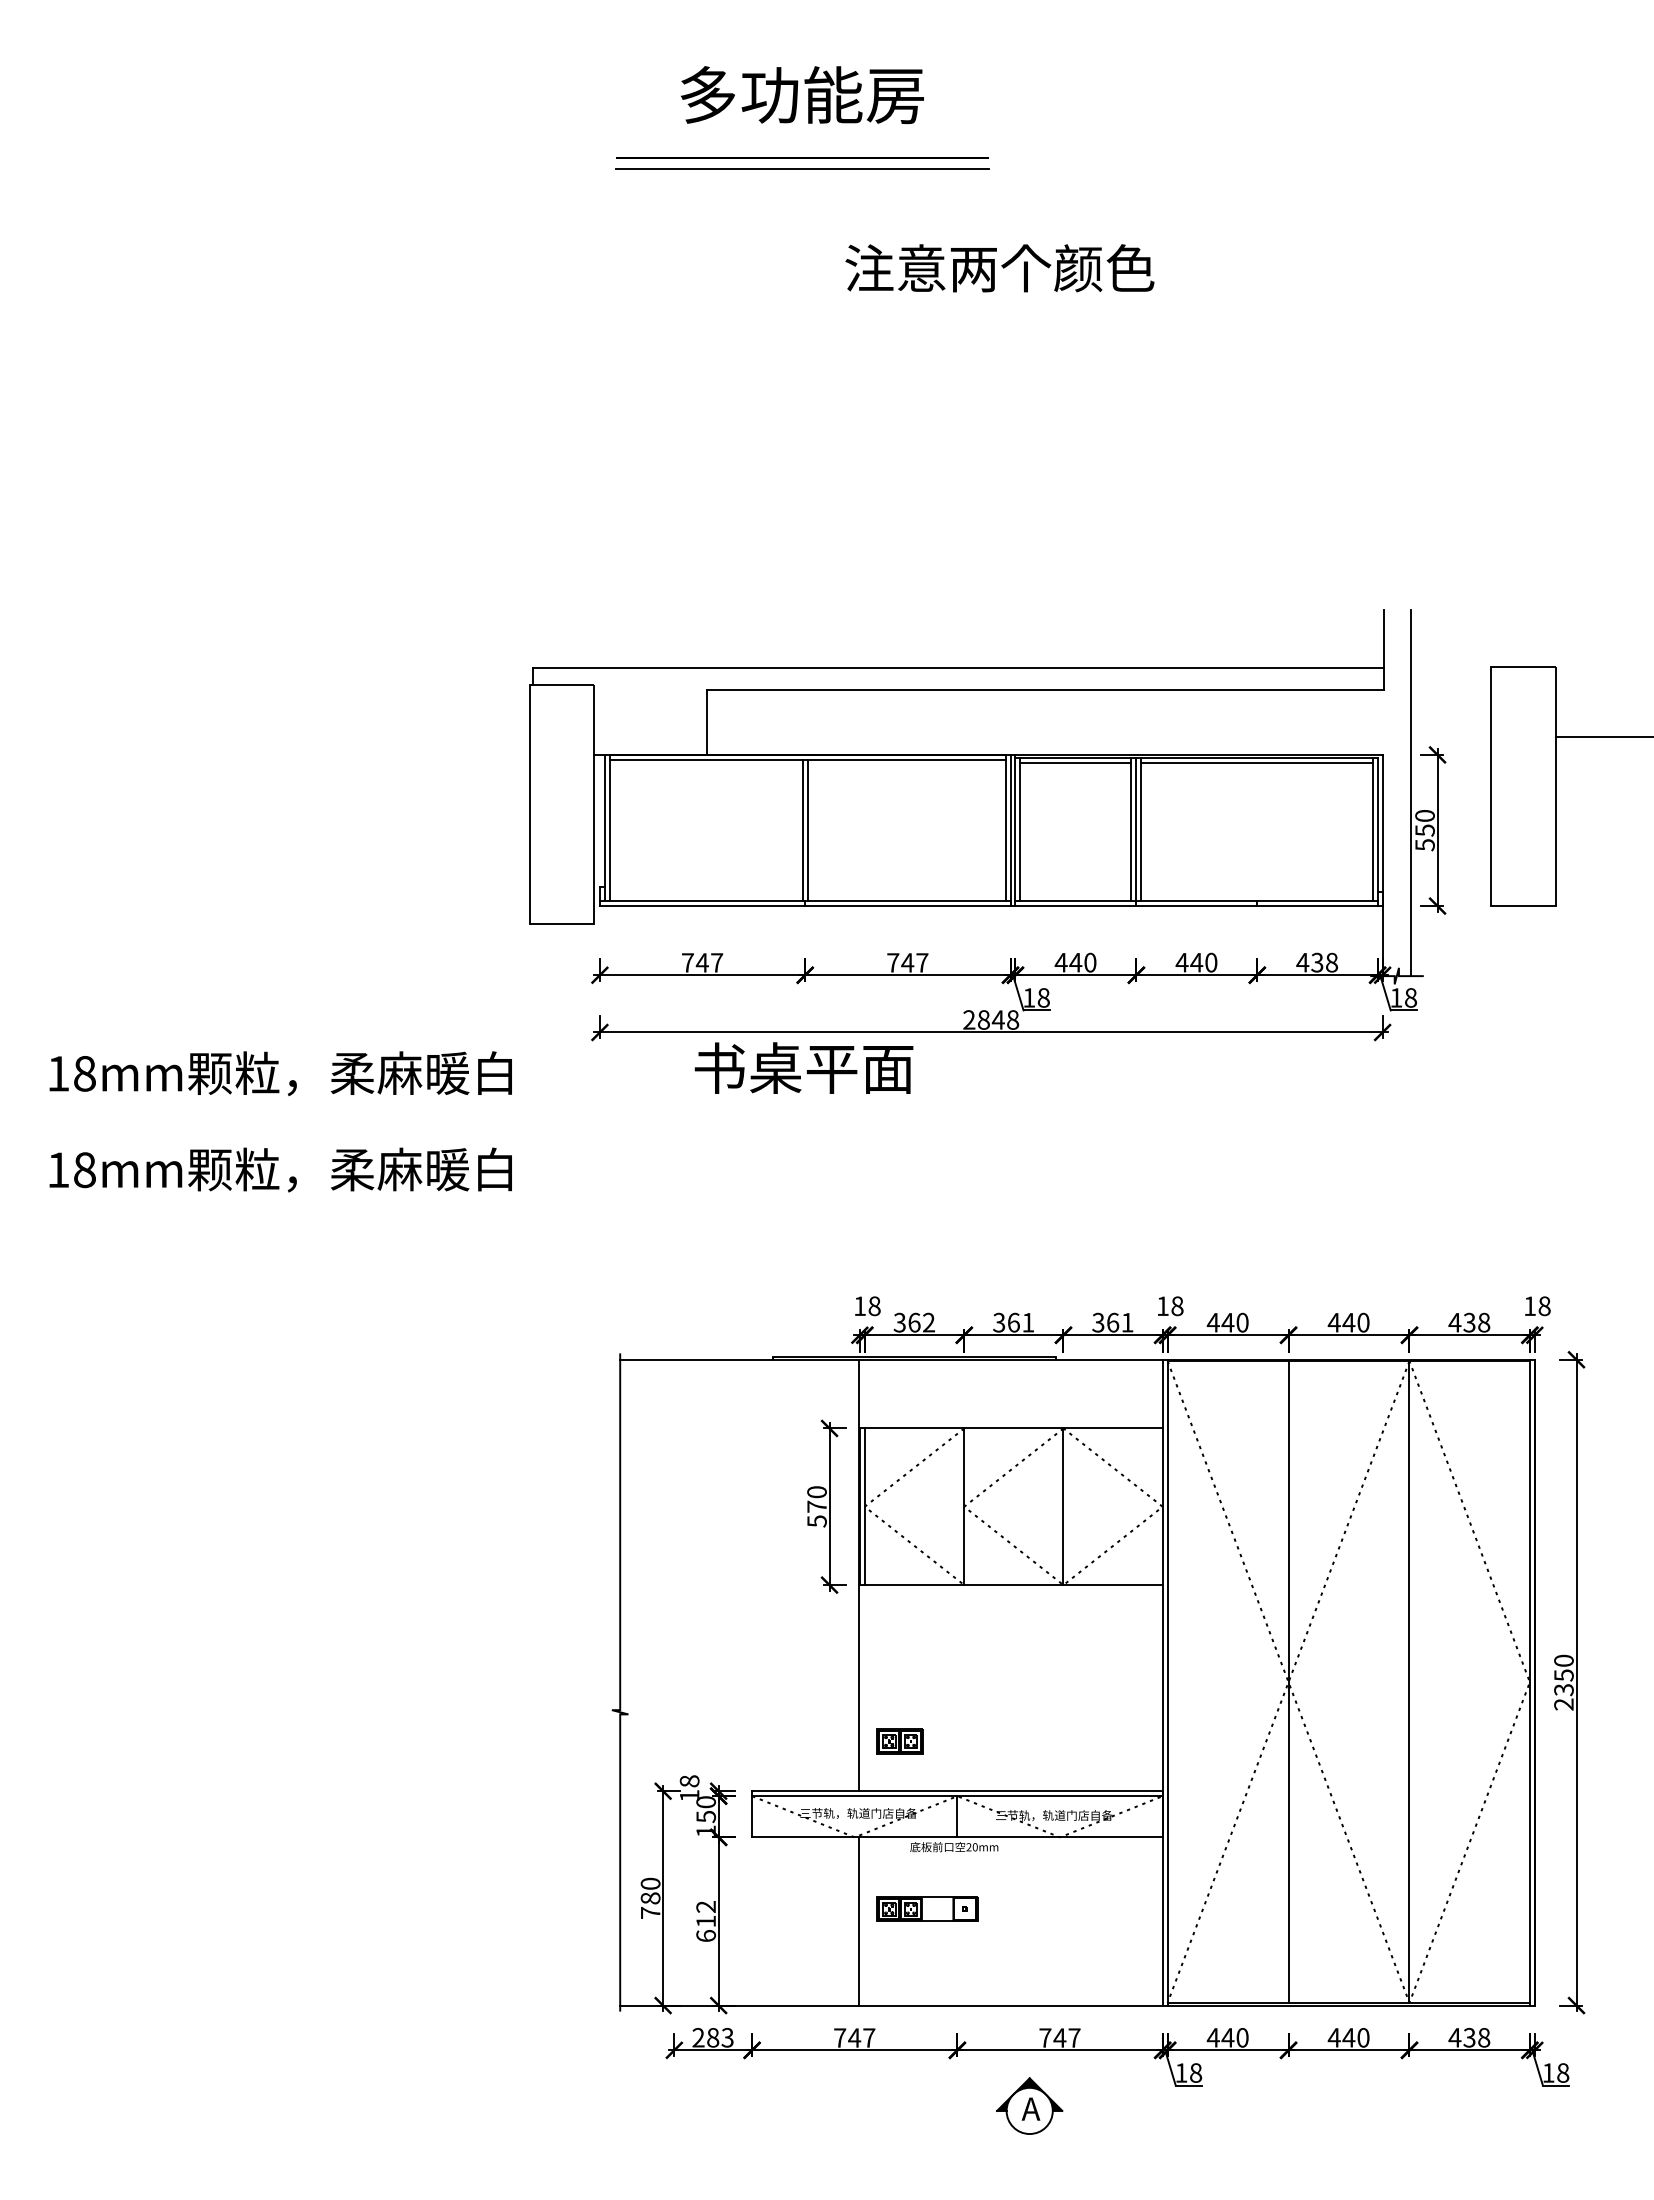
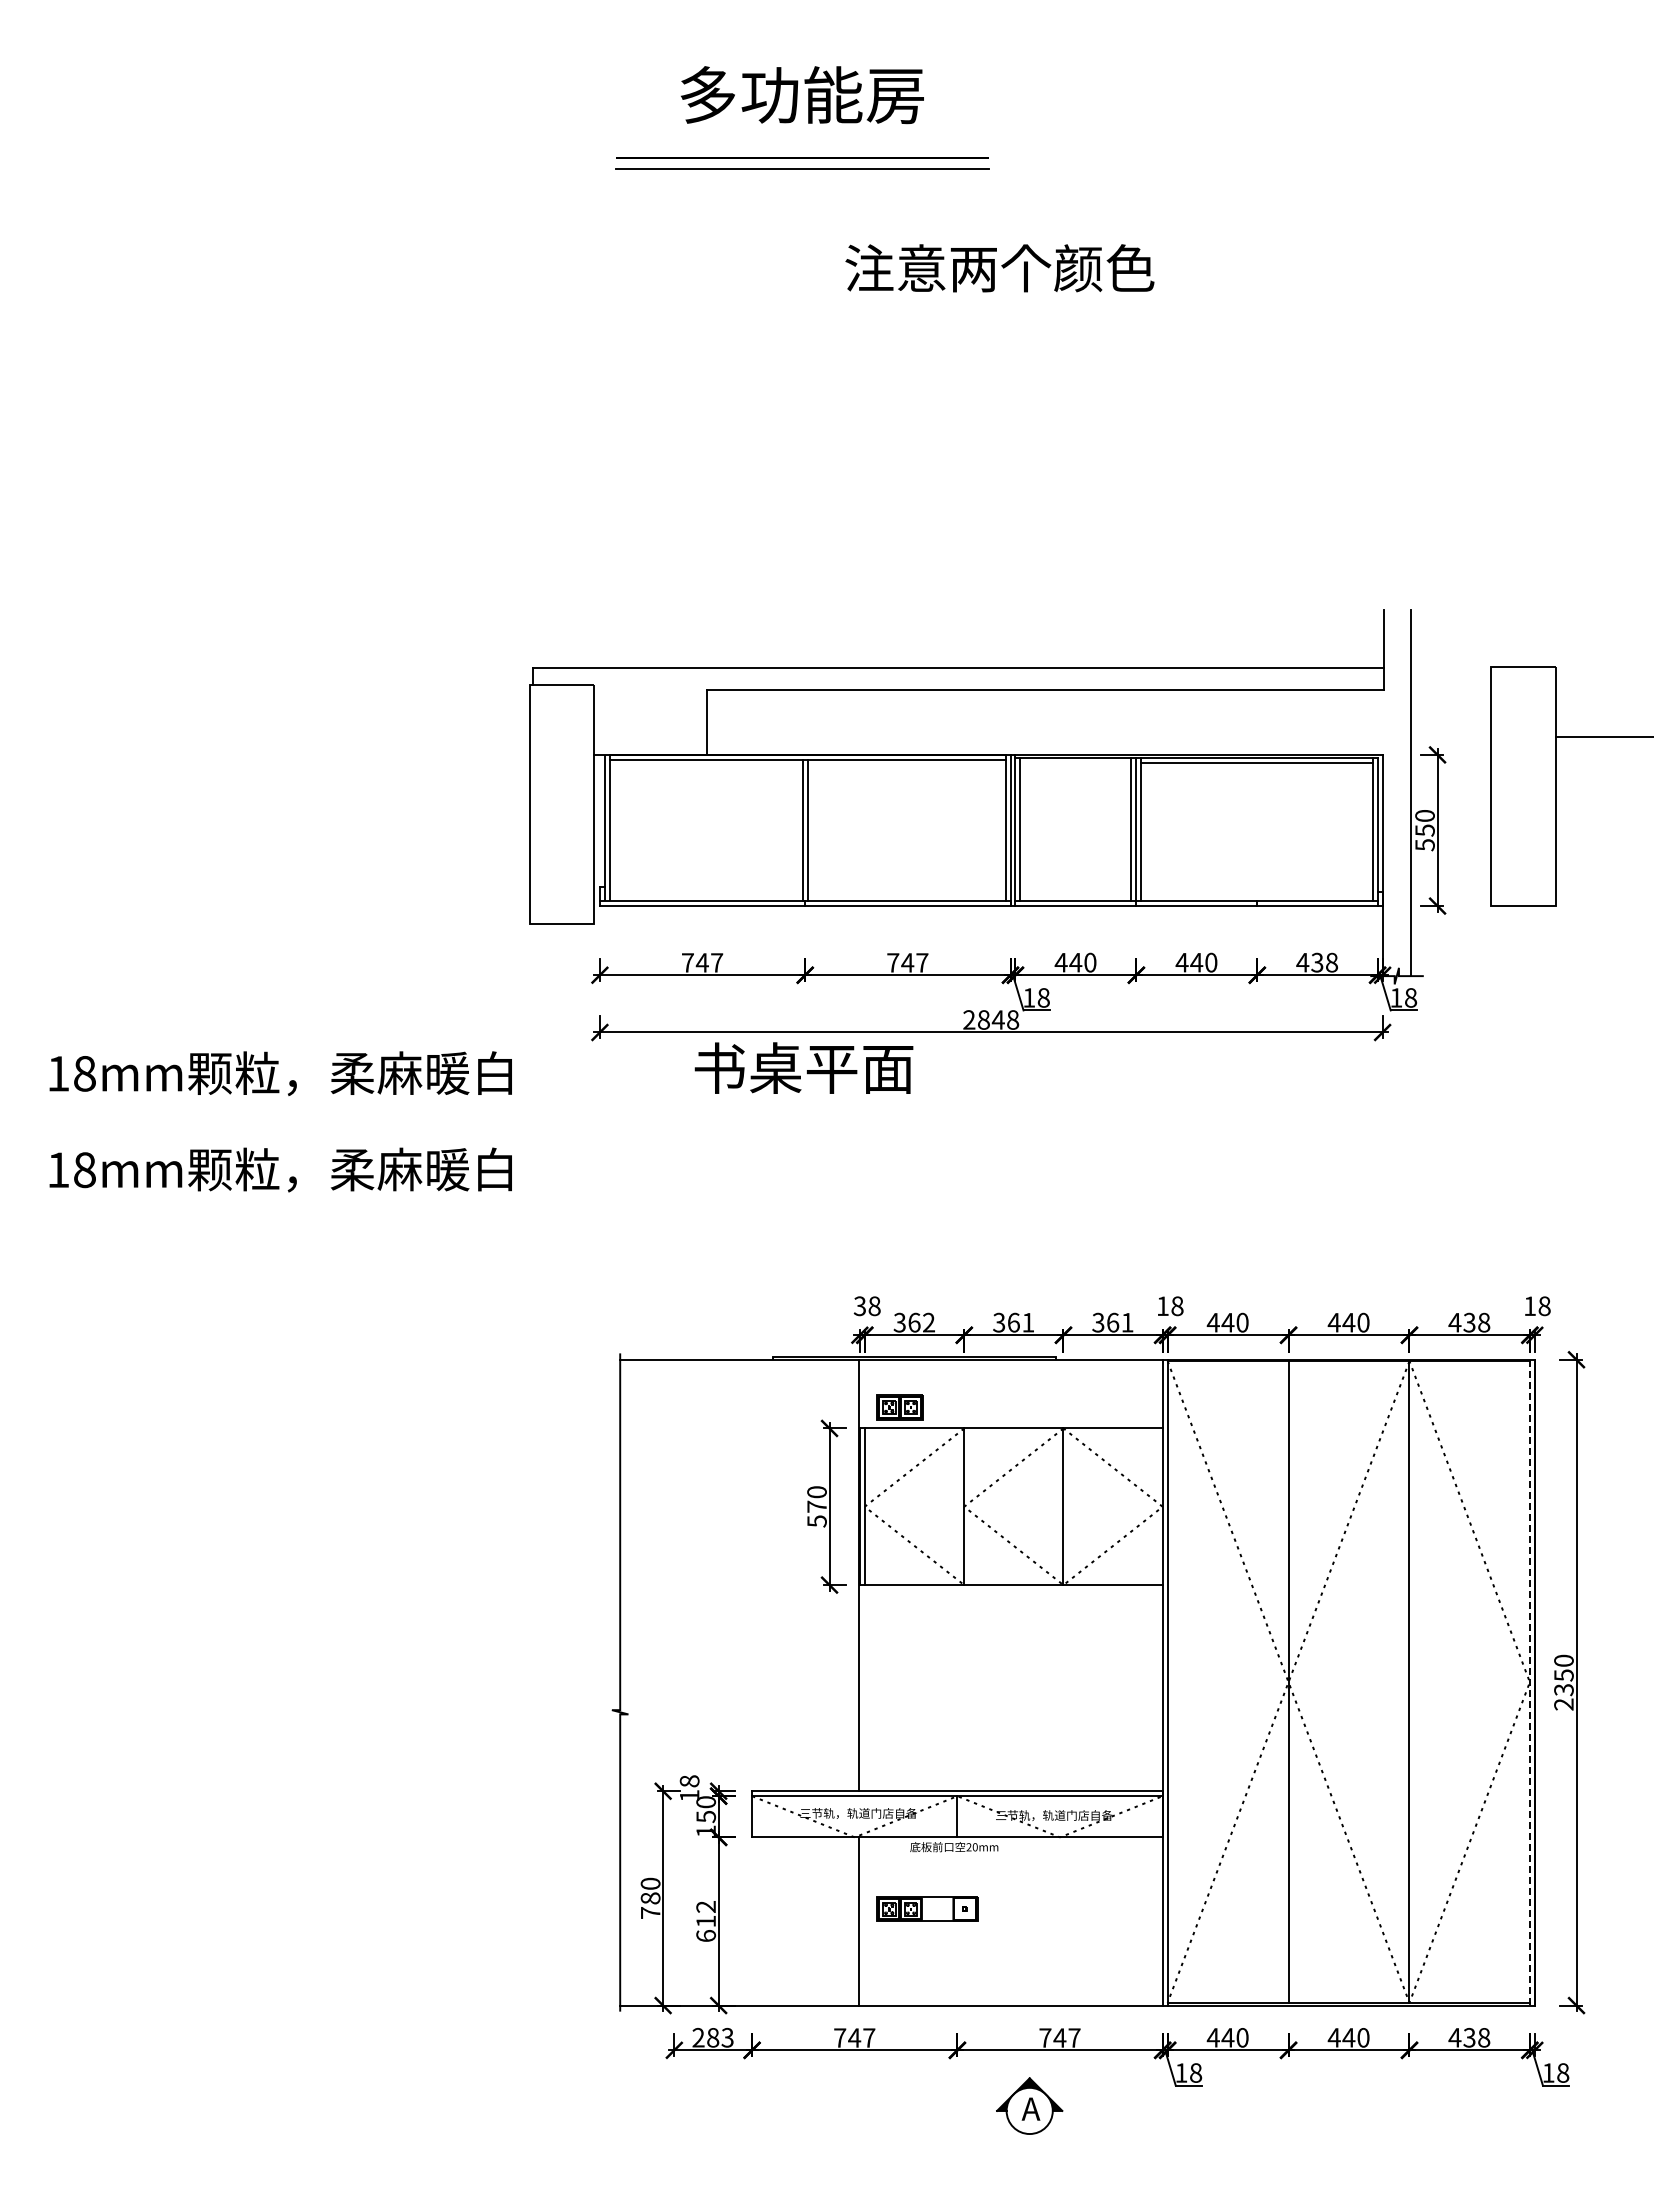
line at (1075, 762): present -> none
text at (859, 1306): 18 -> 38
line at (1529, 1682): solid -> dashed
part at (899, 1741) position: (899, 1741) -> (899, 1407)
